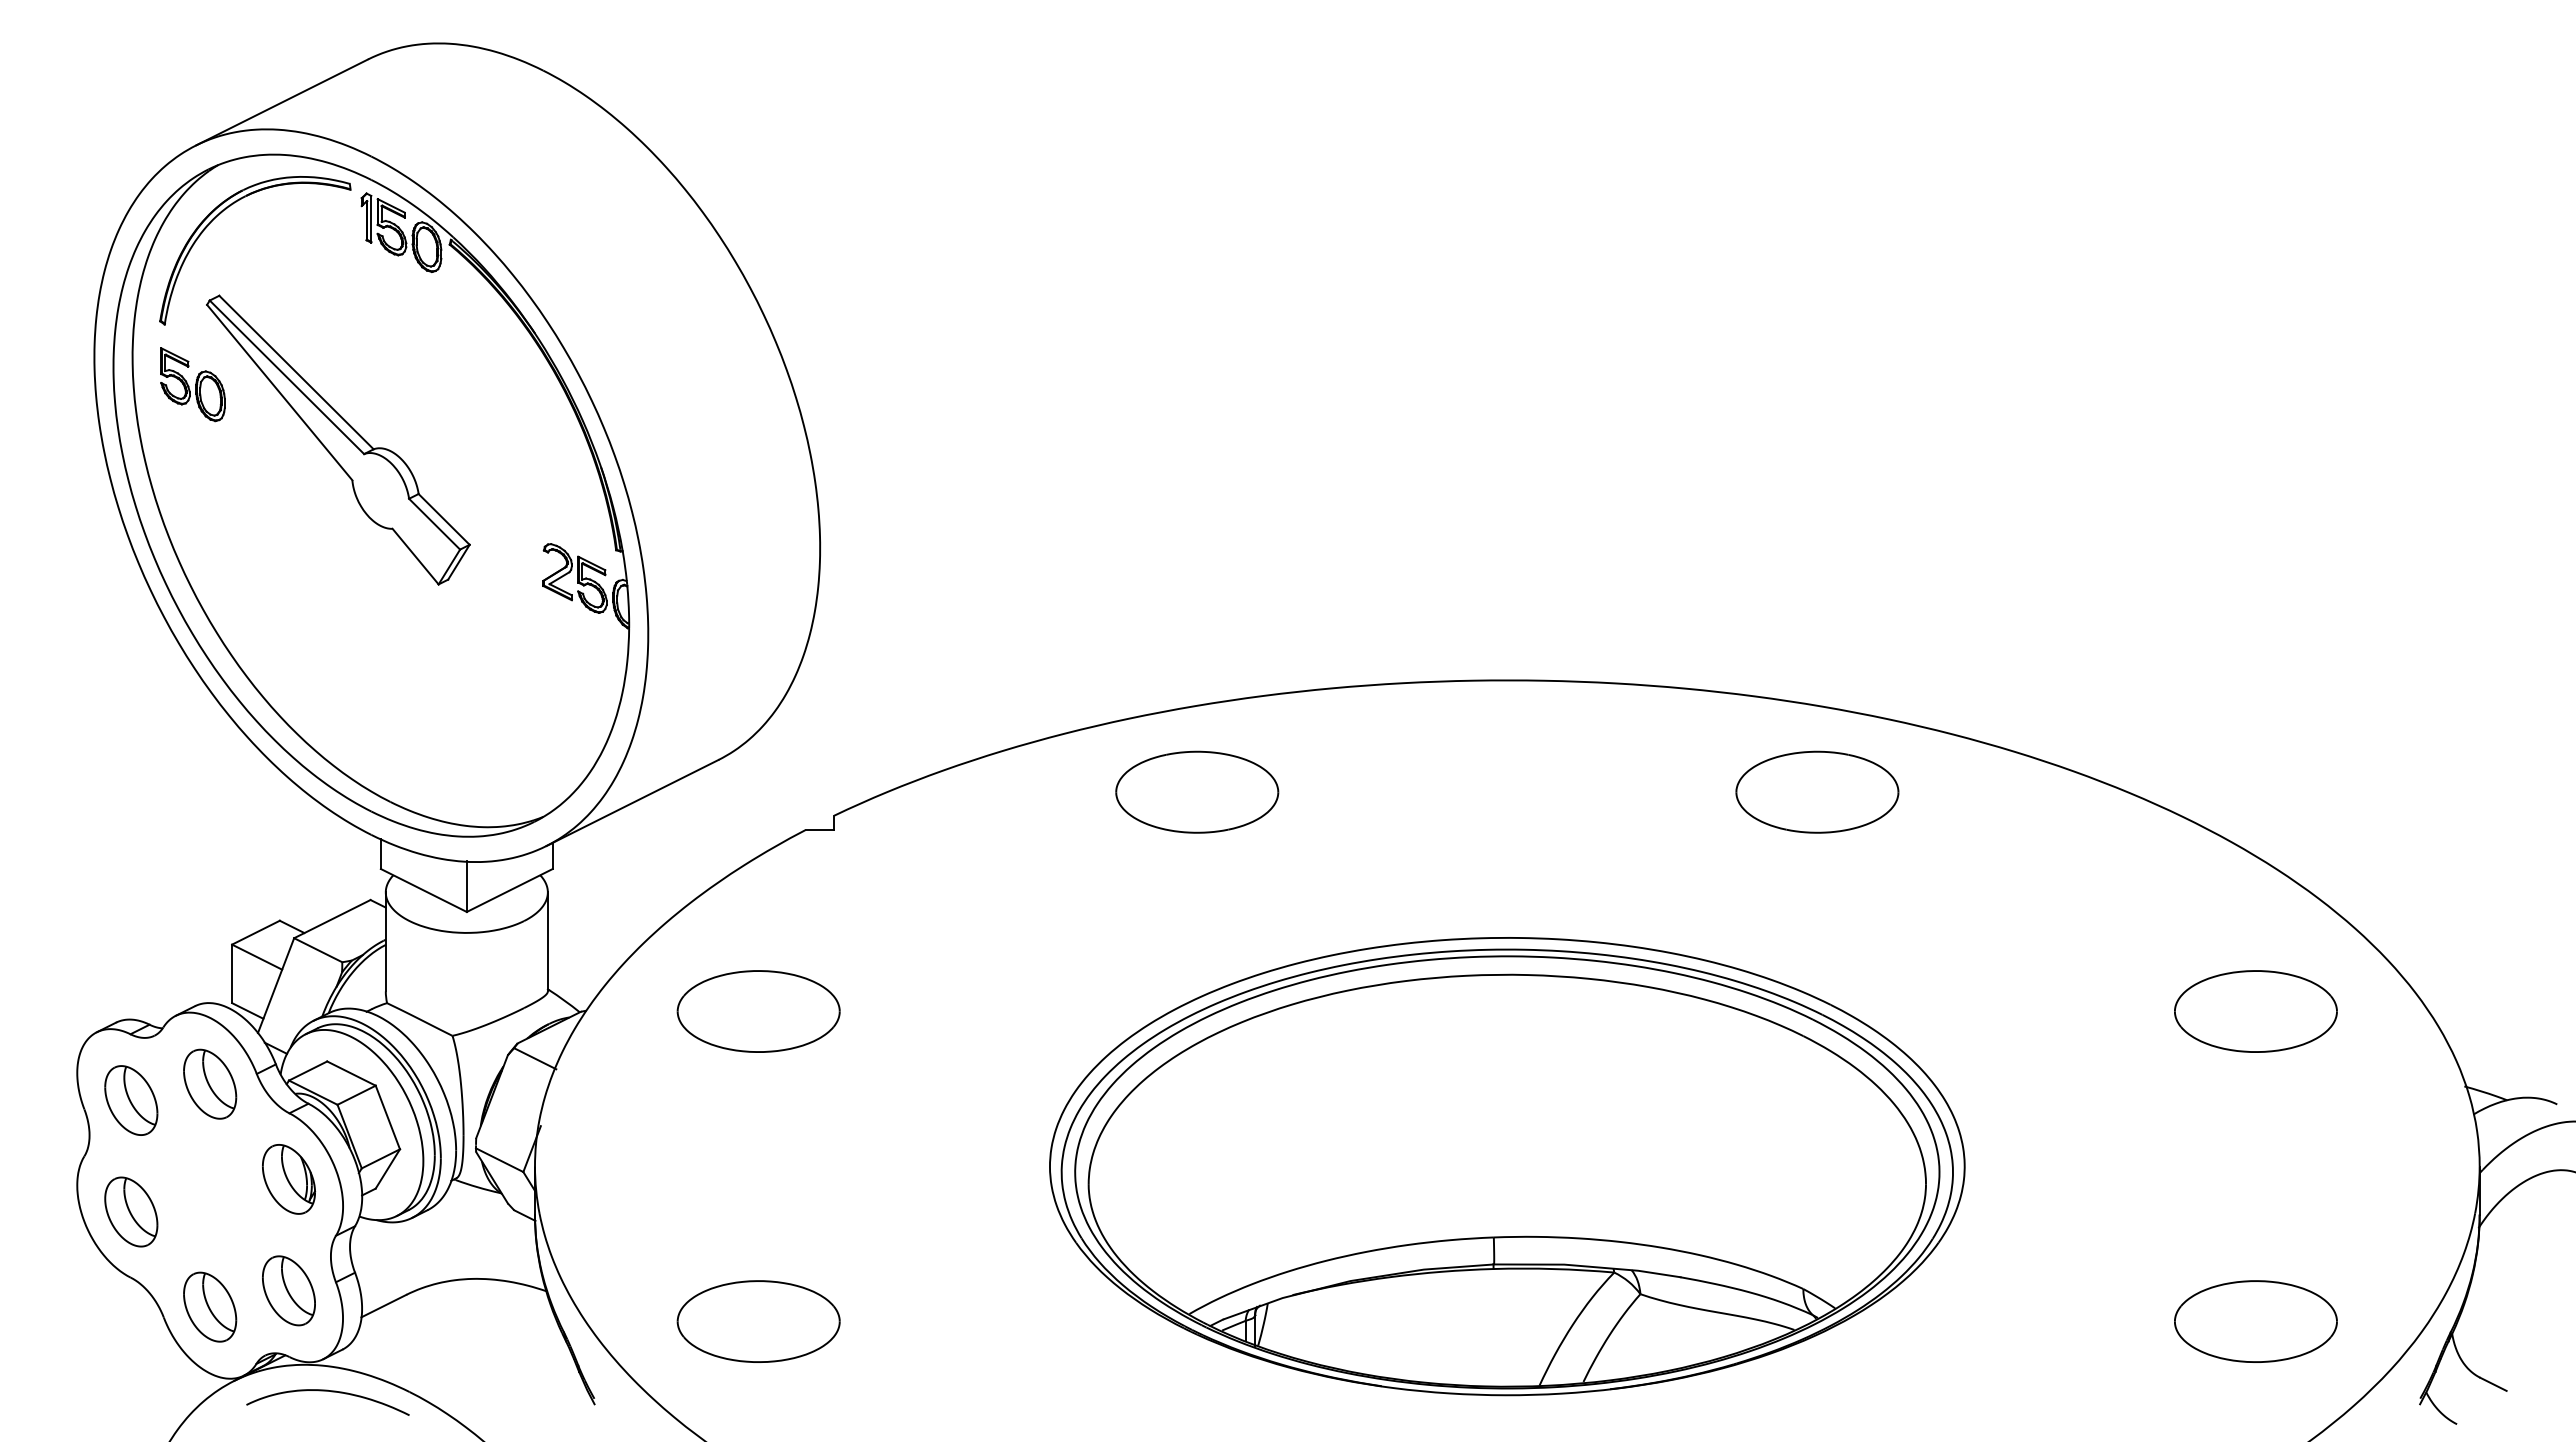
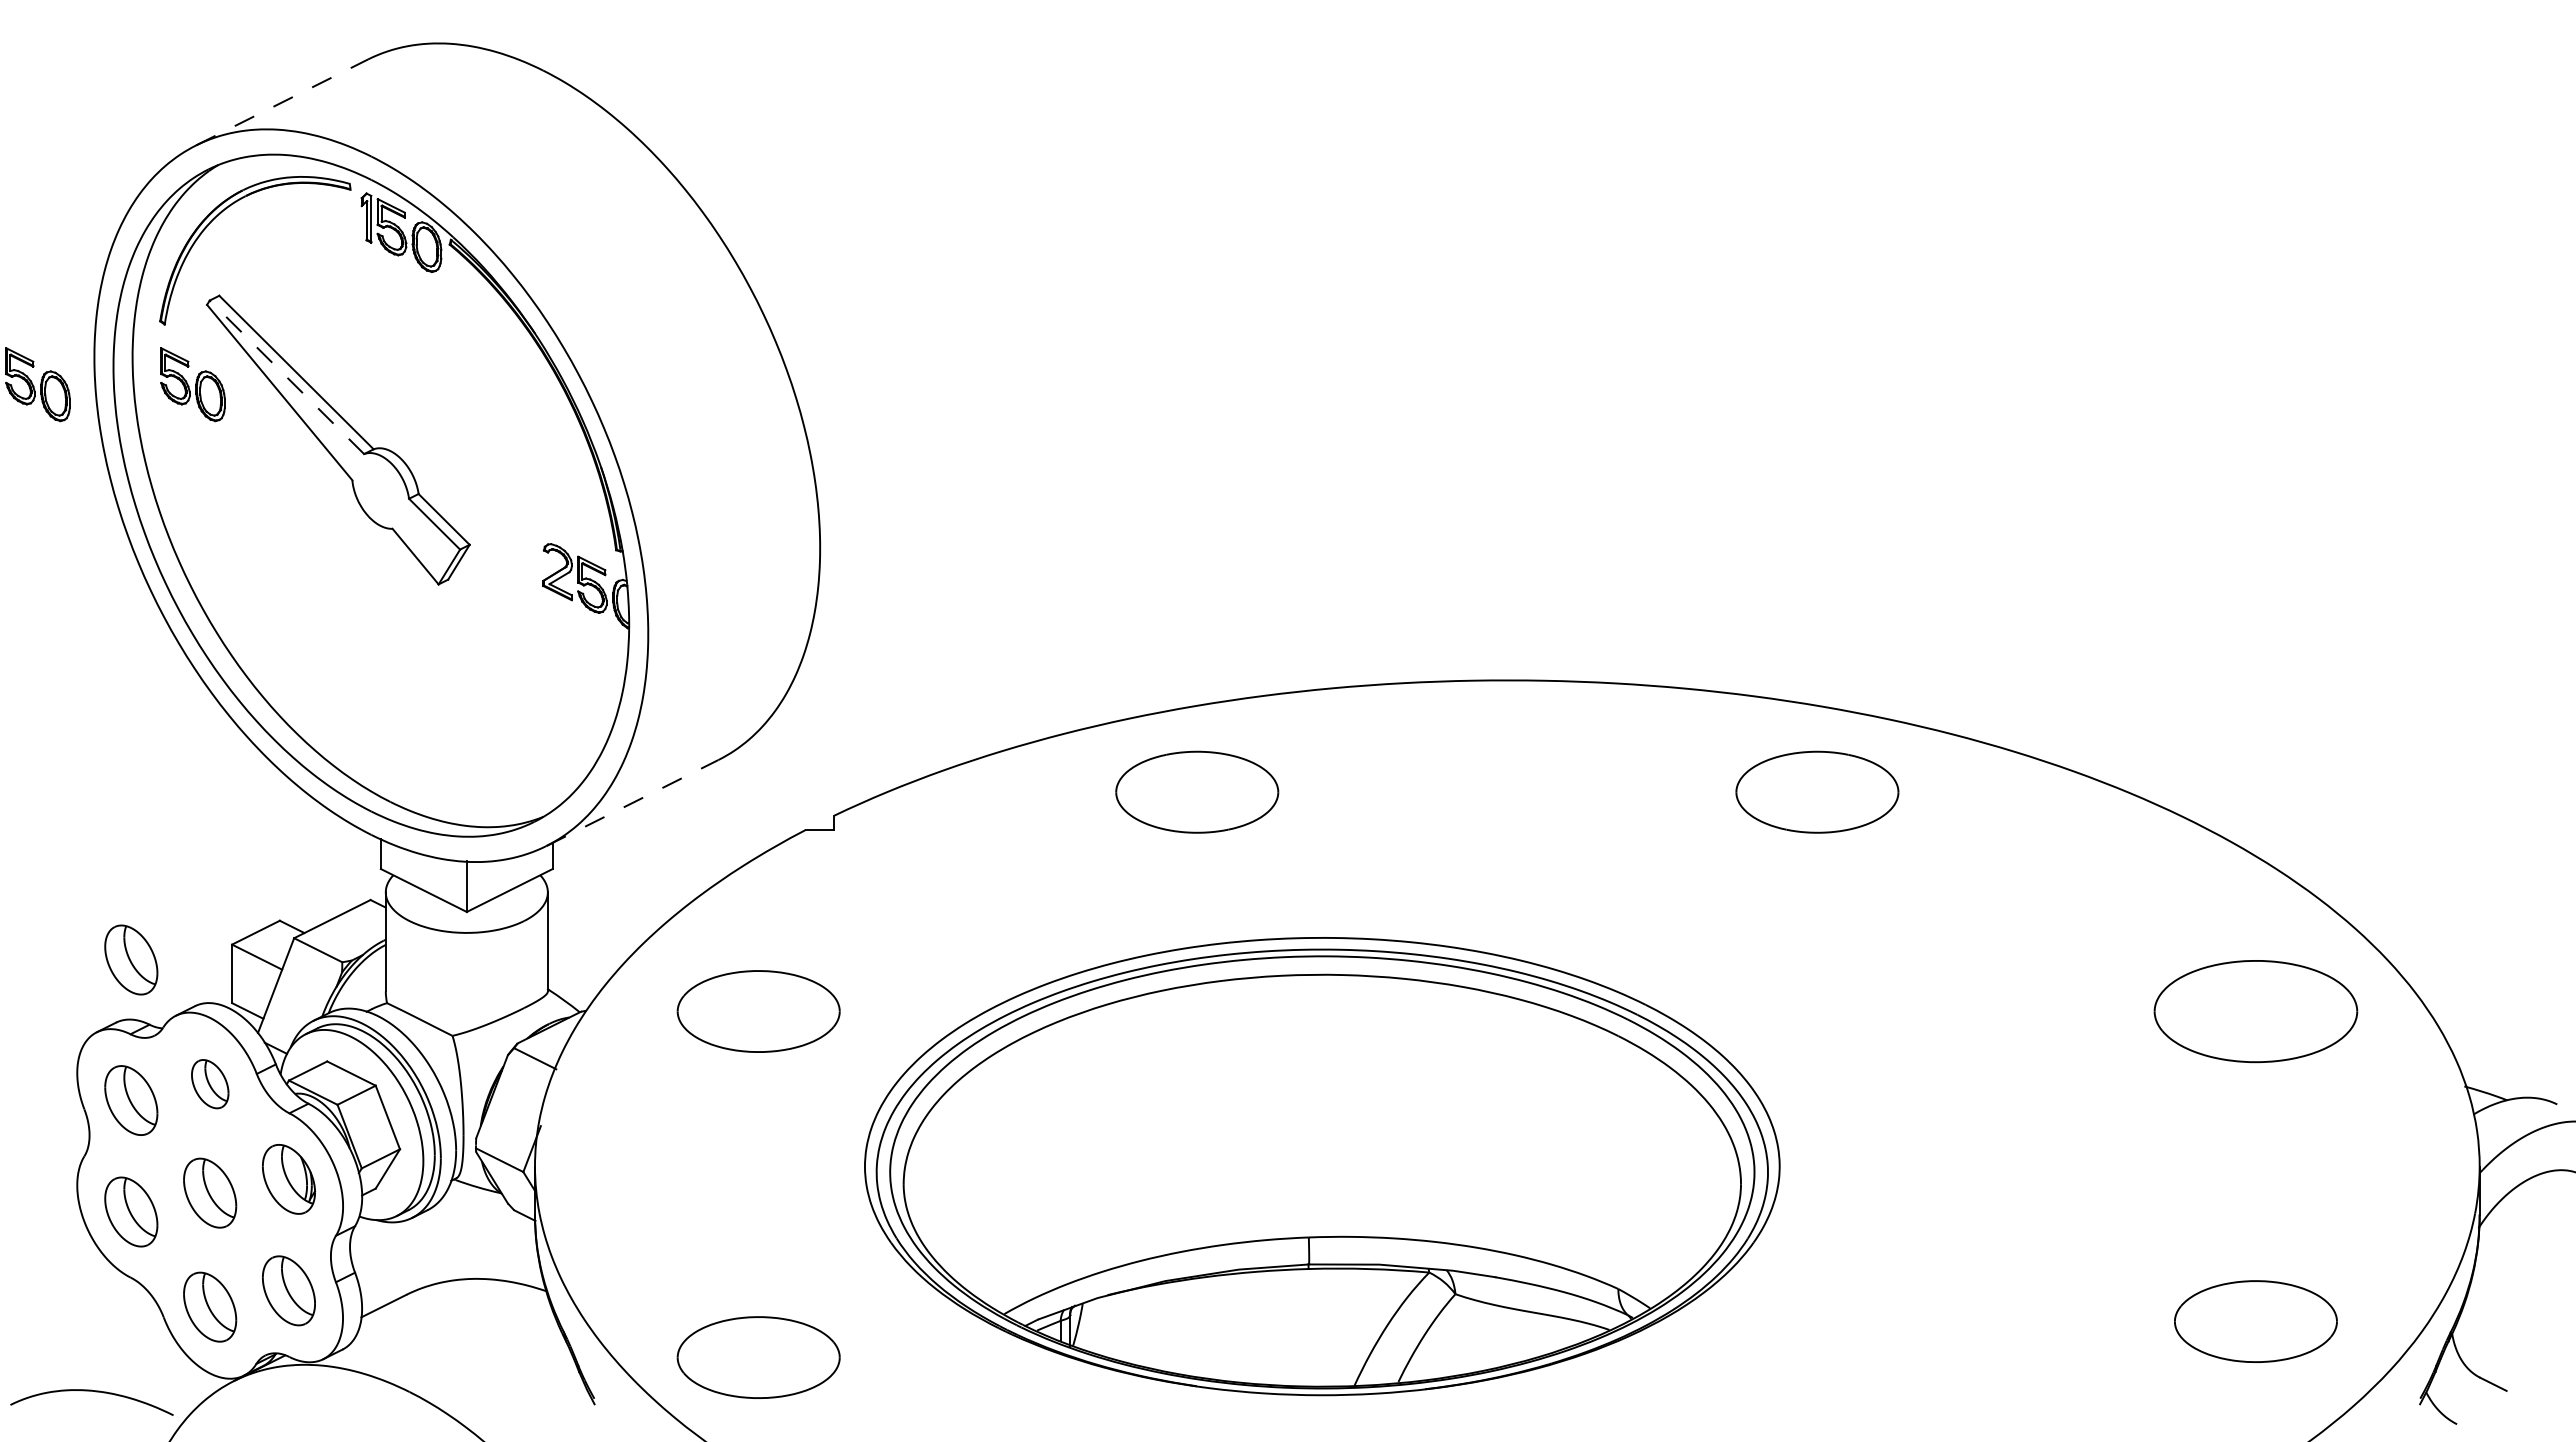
line at (282, 102): solid -> dashed
line at (286, 377): solid -> dashed
part at (37, 384): none -> present
line at (632, 802): solid -> dashed
part at (131, 959): none -> present
part at (2255, 1011) size: 164x83 px -> 206x104 px
part at (210, 1083) size: 55x72 px -> 39x51 px
part at (1507, 1166) position: (1507, 1166) -> (1322, 1166)
part at (210, 1192): none -> present
part at (758, 1321) position: (758, 1321) -> (758, 1357)
curve at (331, 1392) position: (331, 1392) -> (95, 1392)
